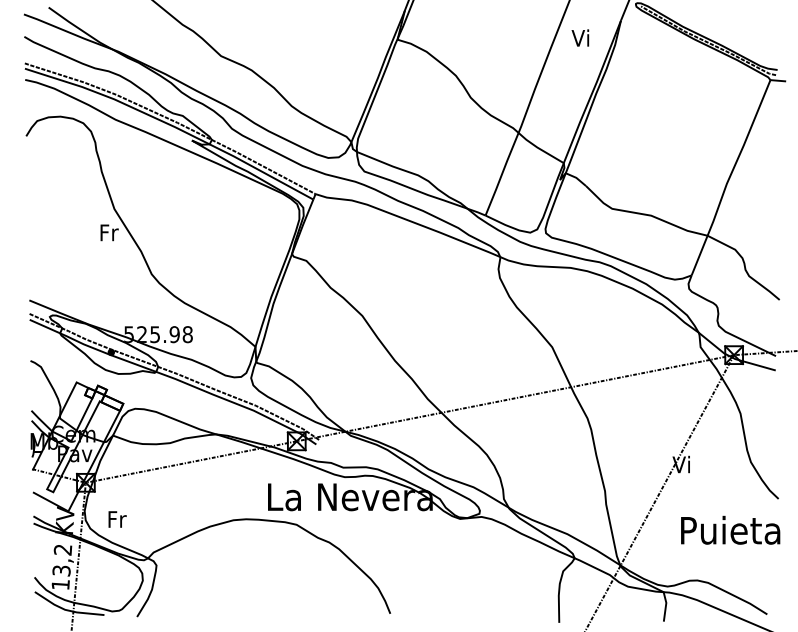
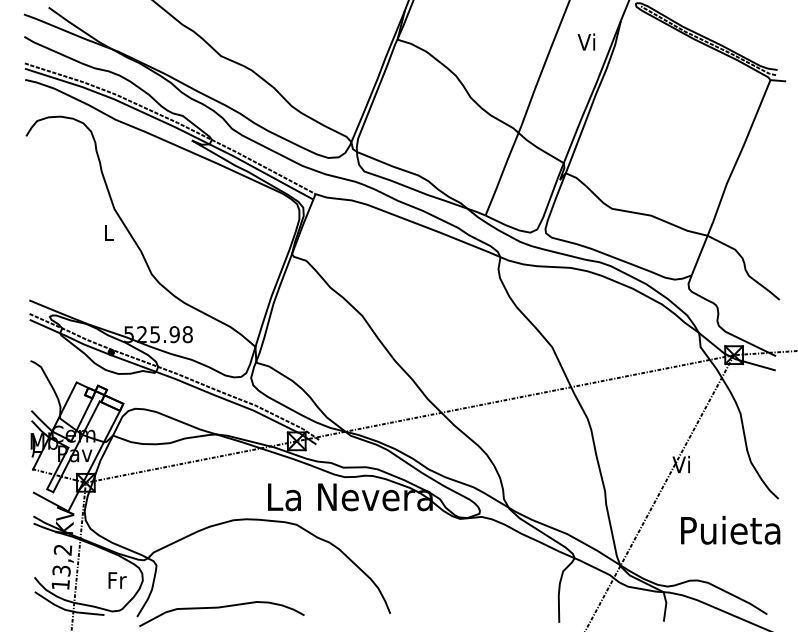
text at (580, 37) position: (580, 37) -> (586, 41)
text at (109, 232): Fr -> L
text at (117, 519) position: (117, 519) -> (117, 580)
curve at (220, 608): none -> present
